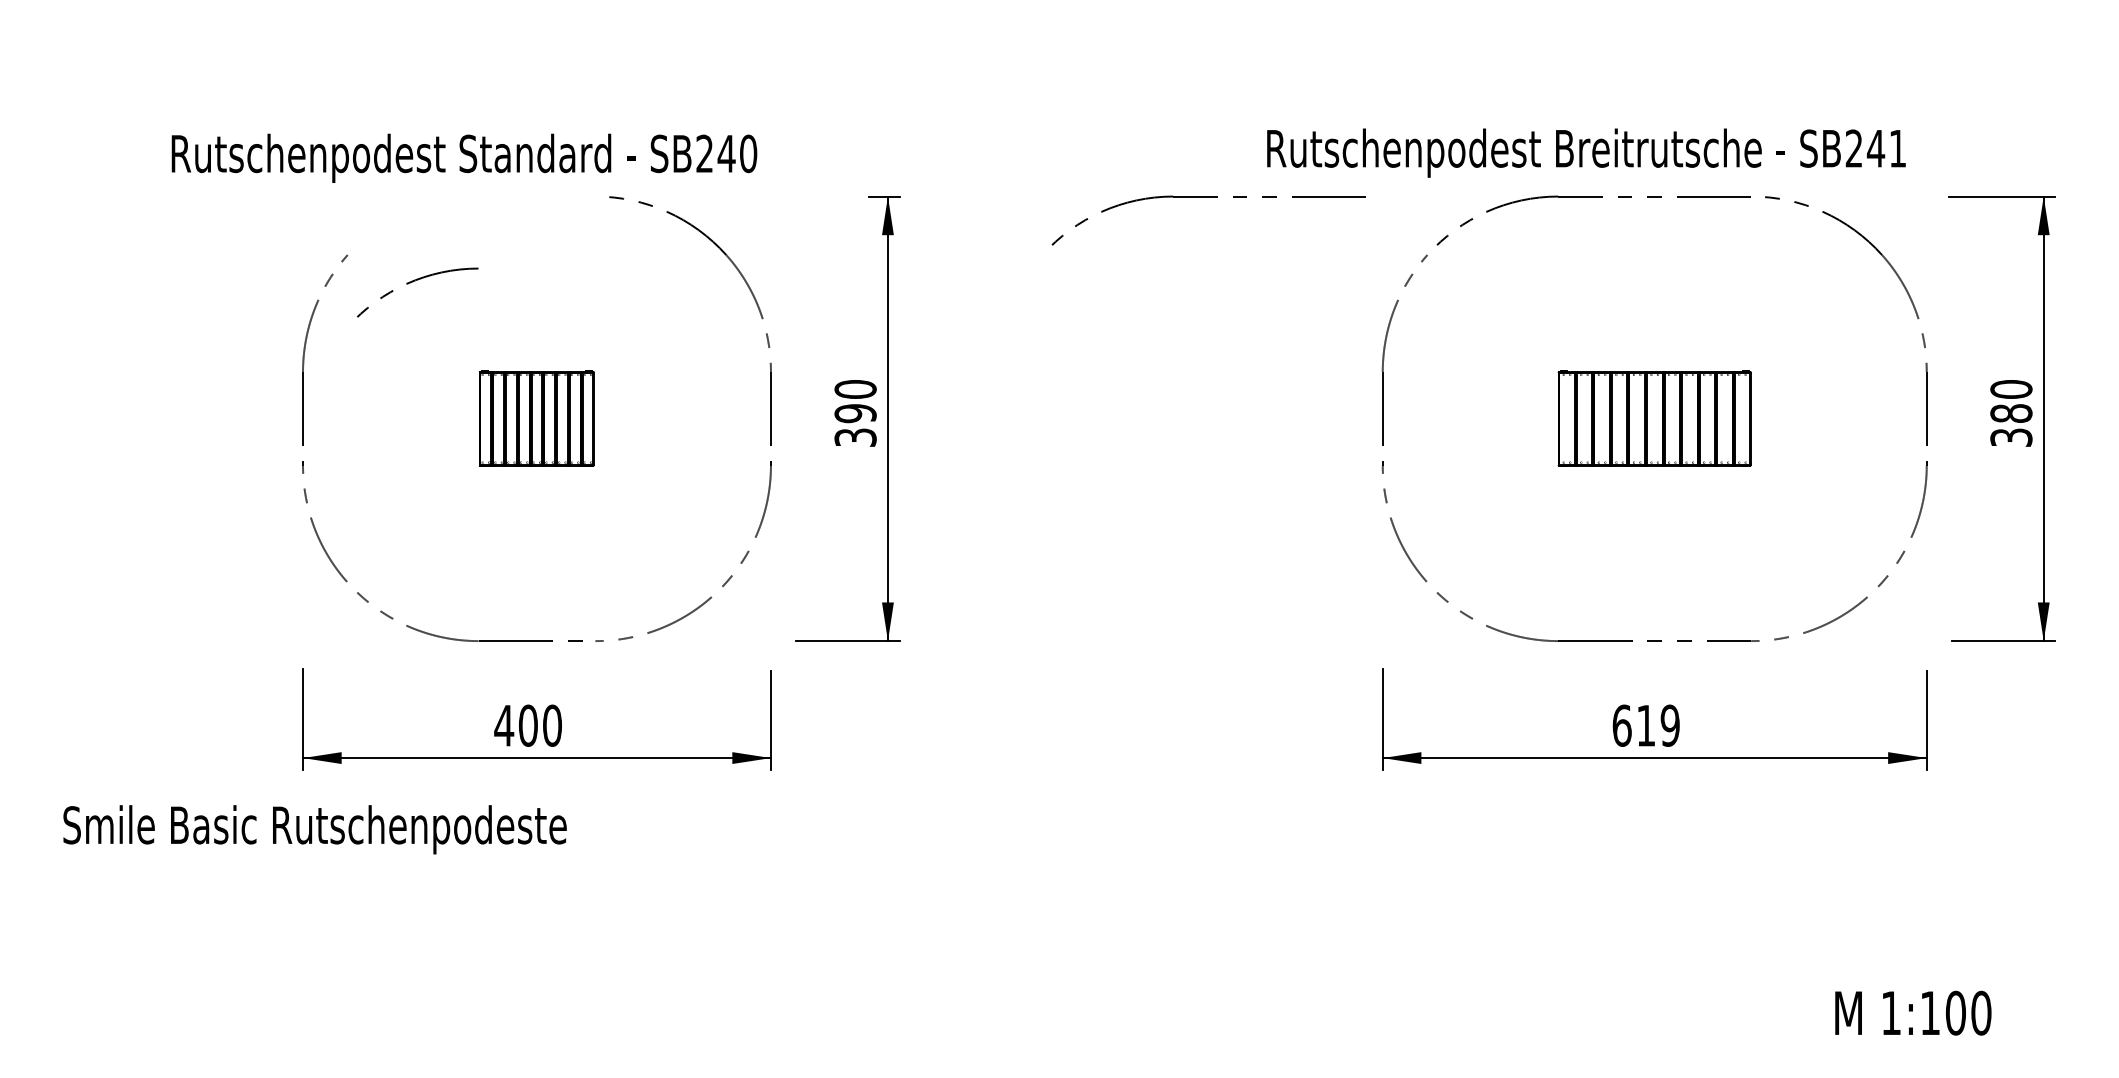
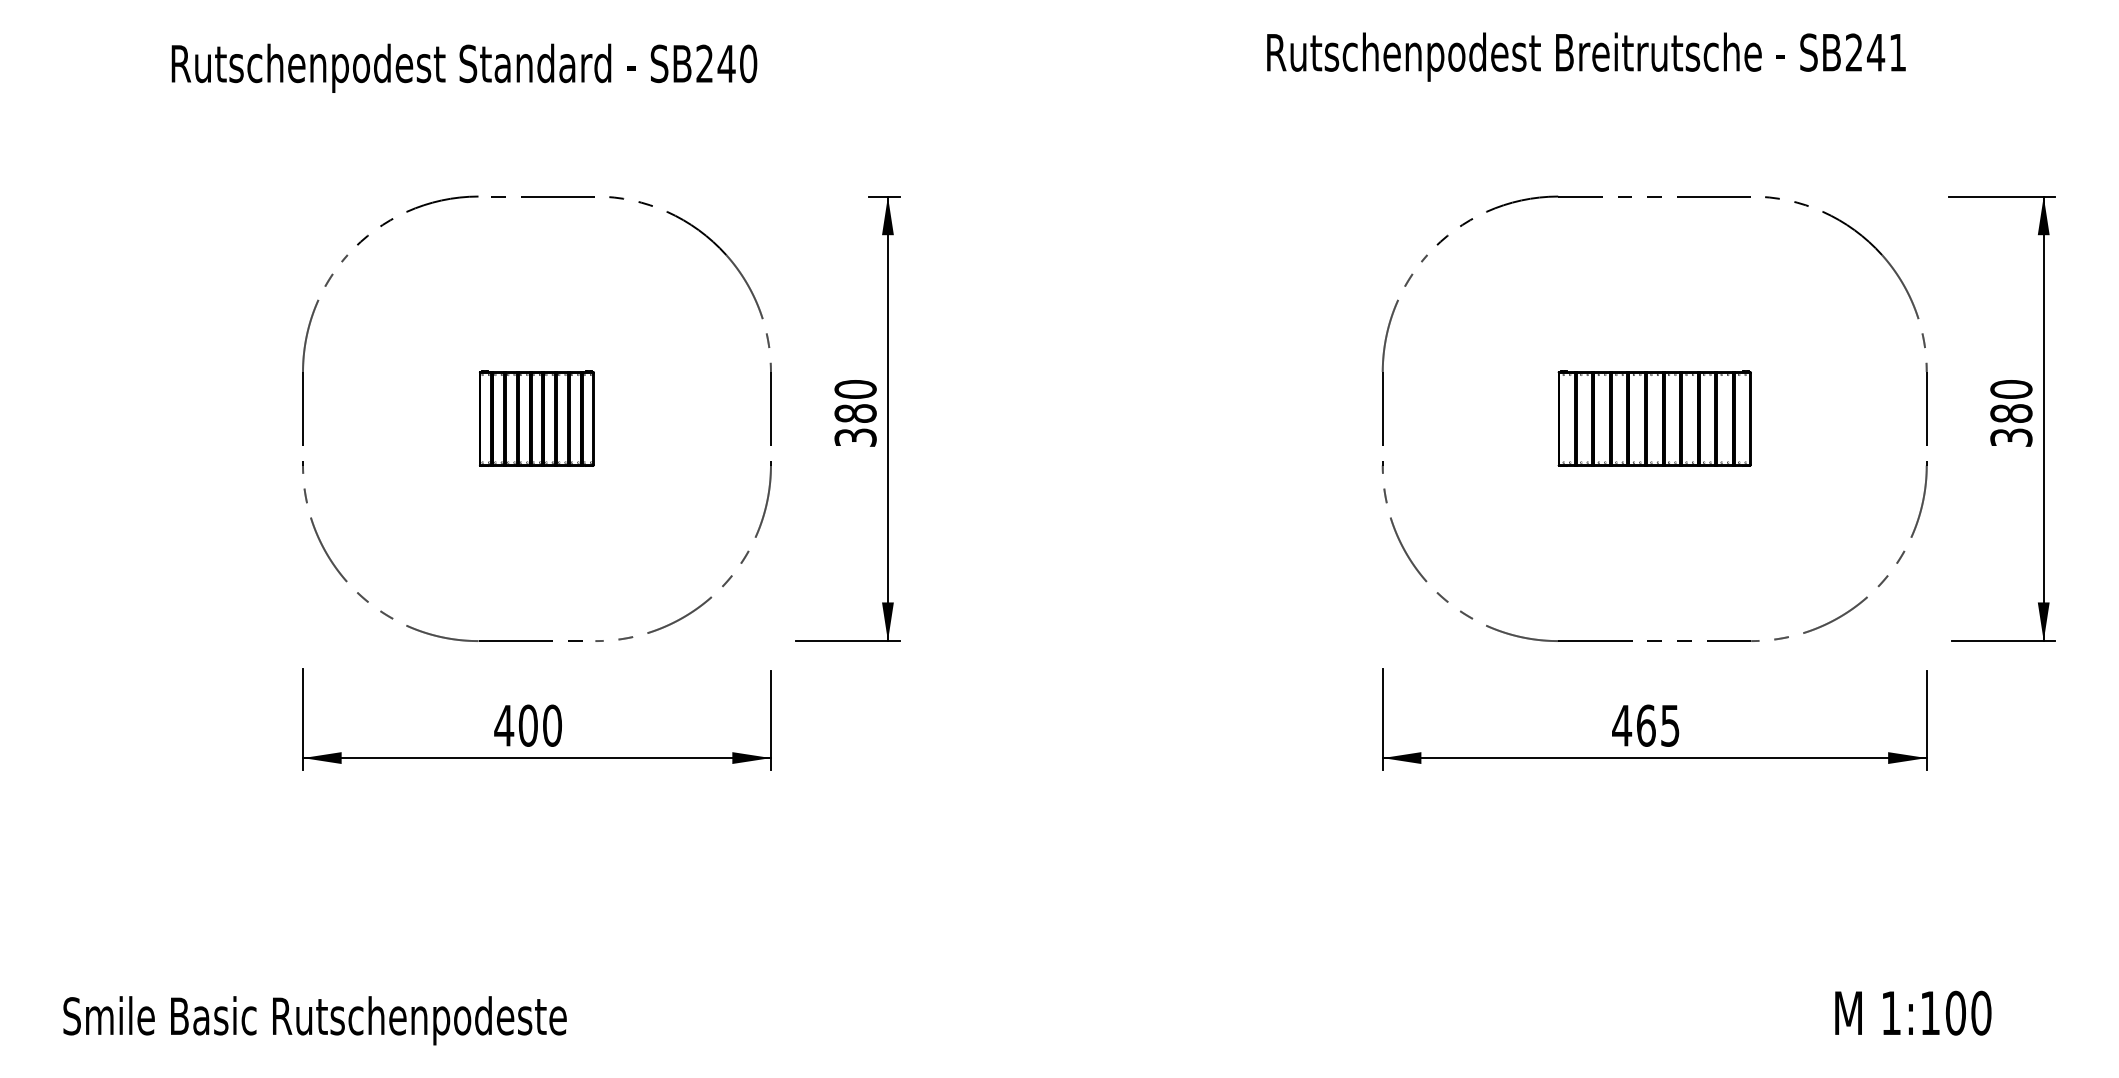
text at (1586, 152) position: (1586, 152) -> (1586, 56)
text at (464, 157) position: (464, 157) -> (464, 67)
line at (542, 196): none -> present
part at (1208, 197): present -> none
arc at (413, 282) position: (413, 282) -> (413, 210)
text at (855, 413): 390 -> 380
text at (1645, 725): 619 -> 465
text at (314, 829) position: (314, 829) -> (314, 1020)
